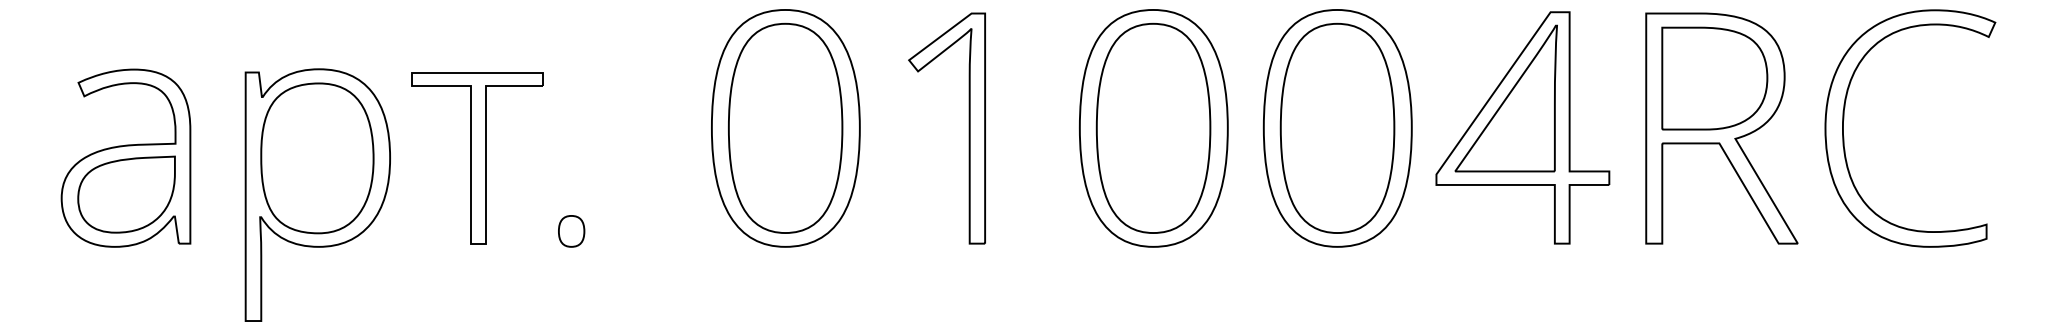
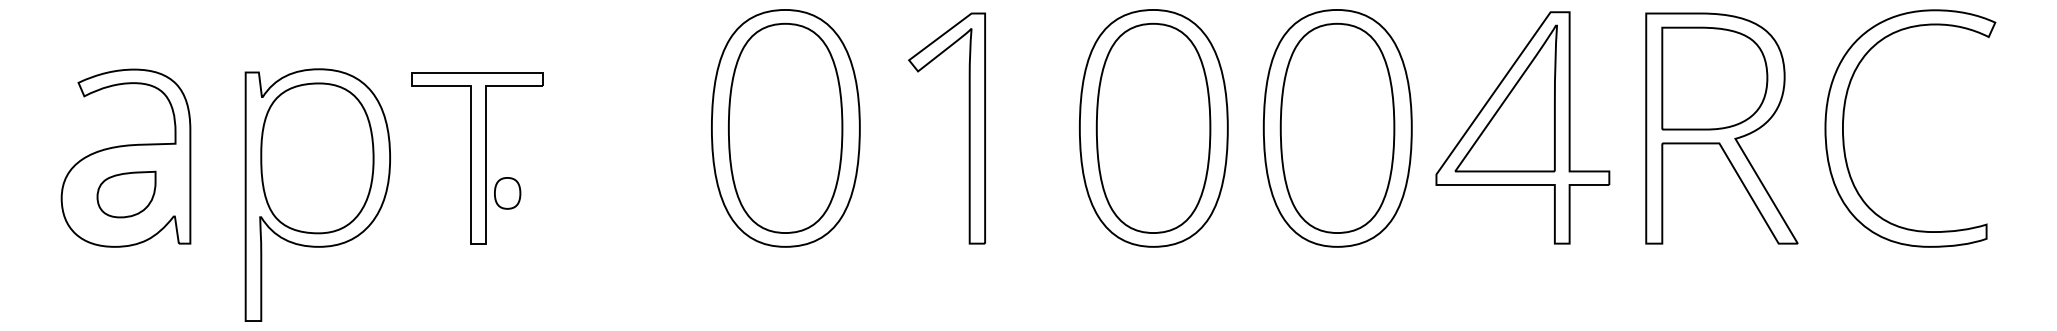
part at (126, 194) size: 99x79 px -> 61x49 px
part at (571, 231) position: (571, 231) -> (507, 193)
